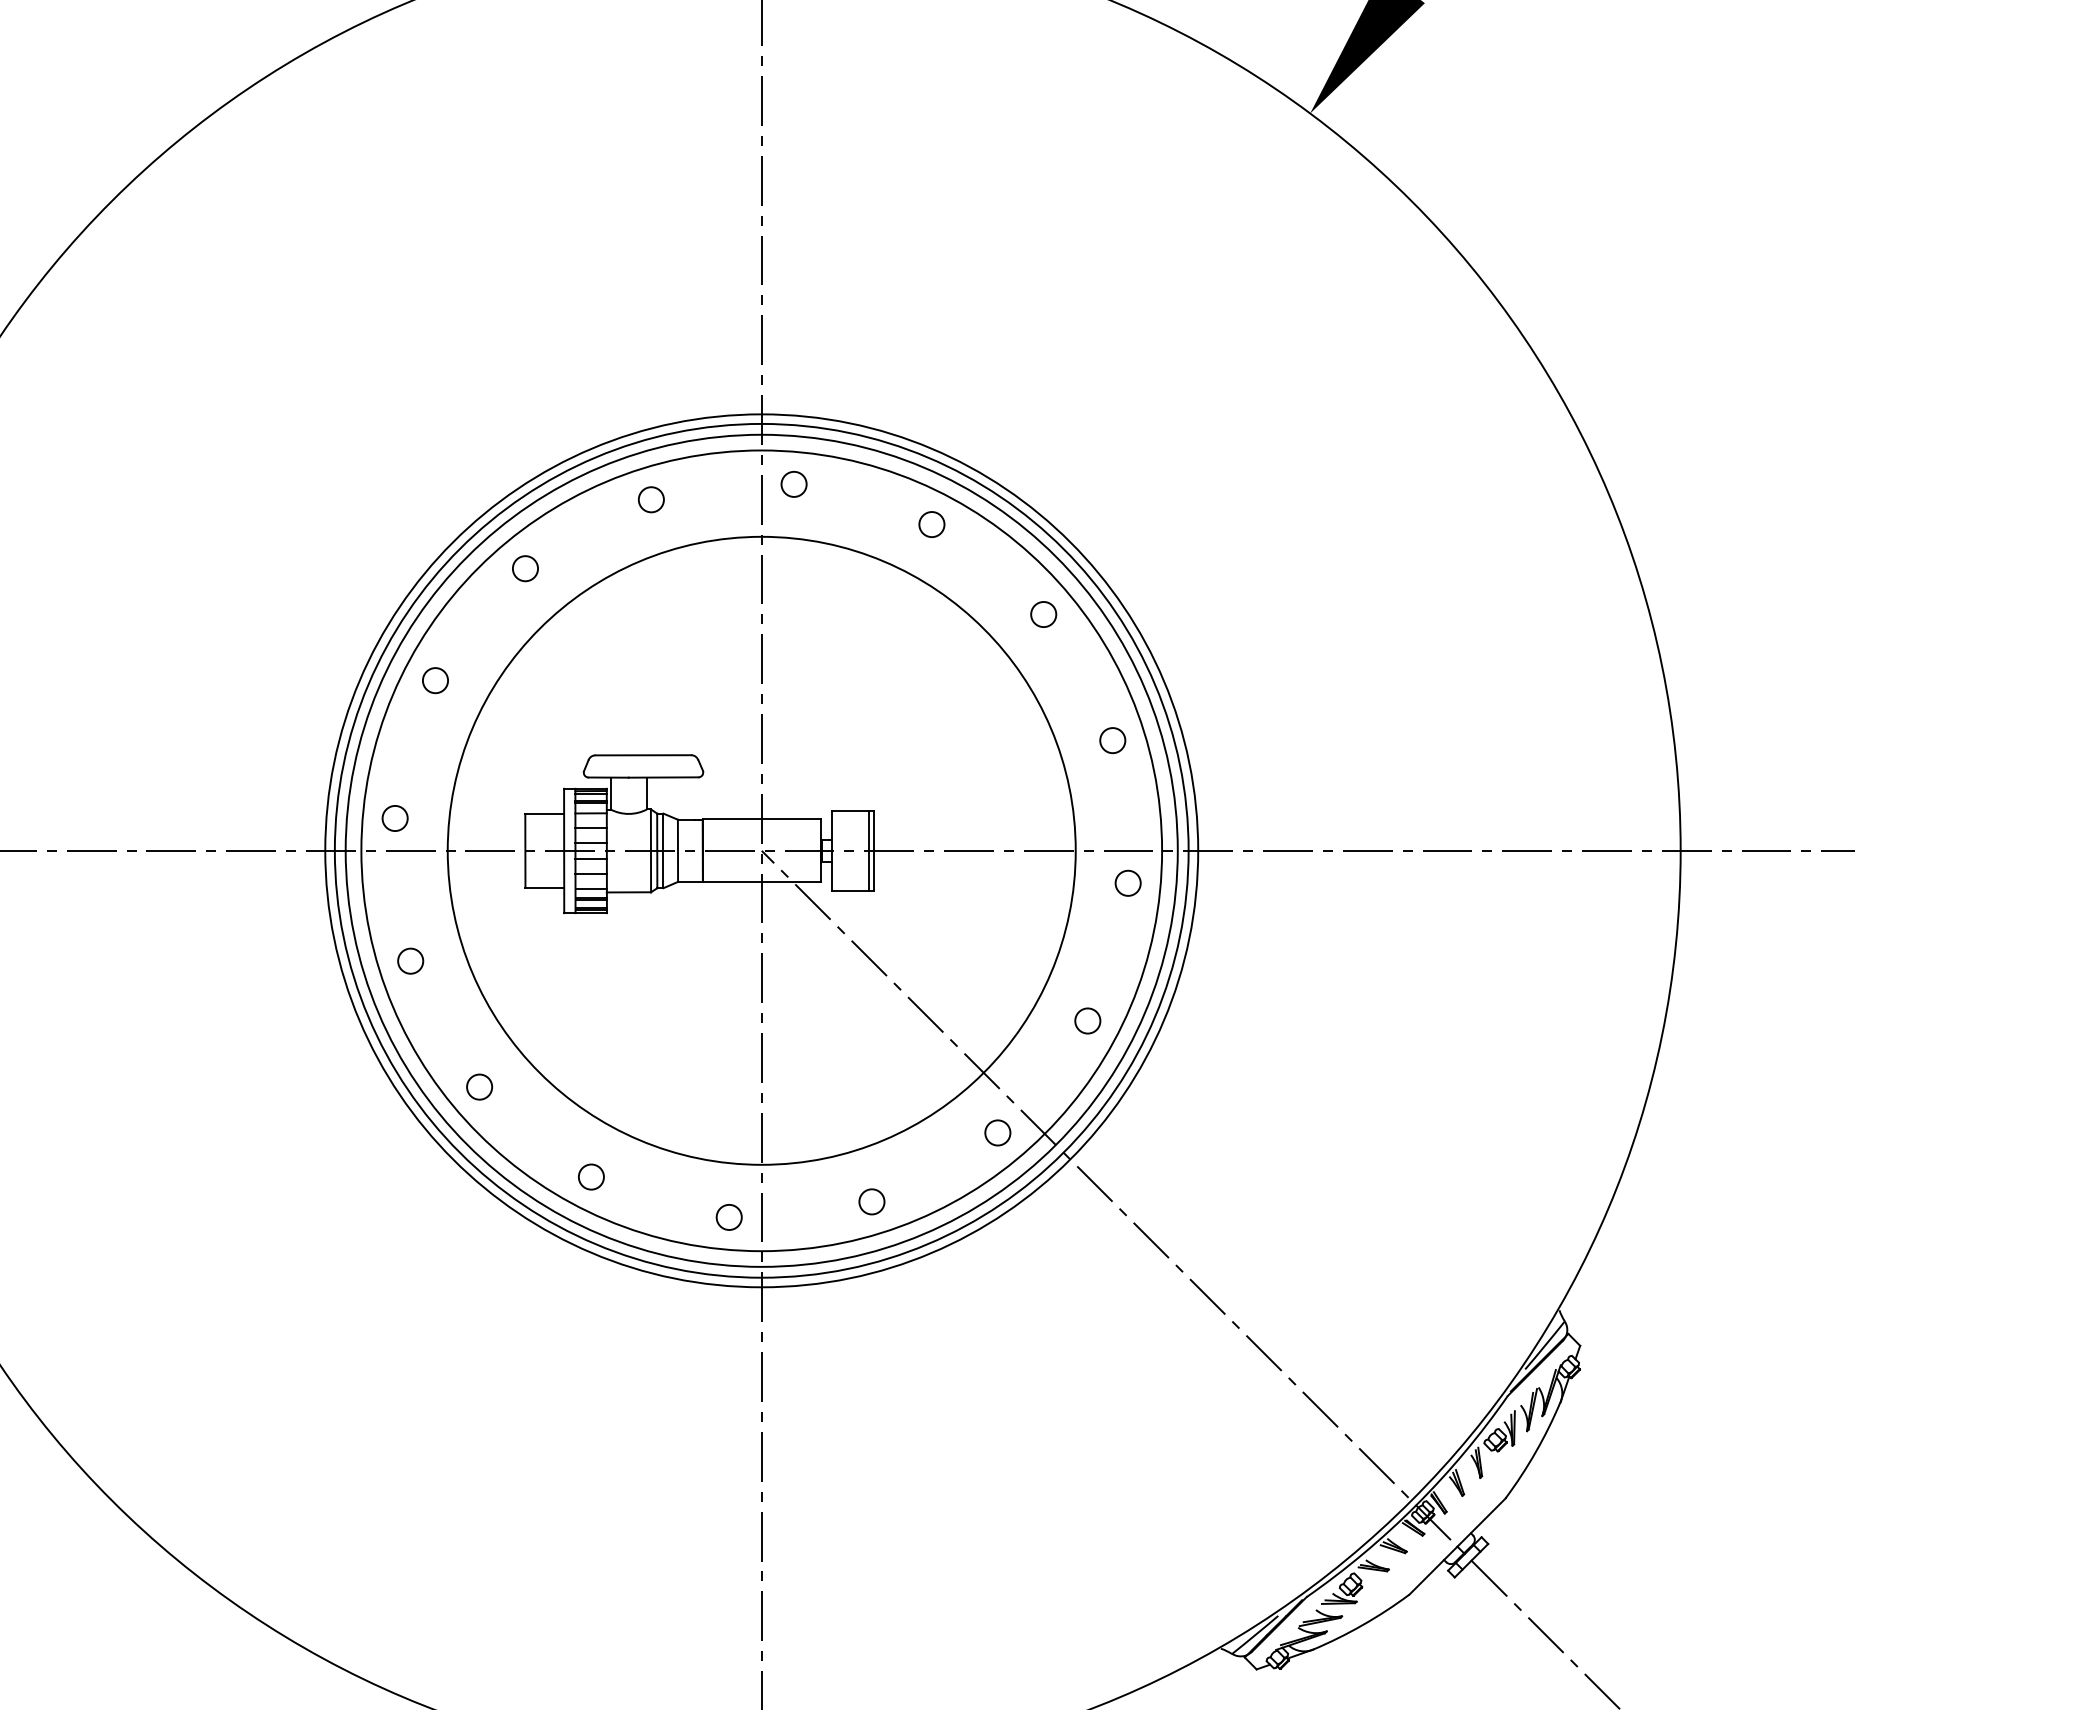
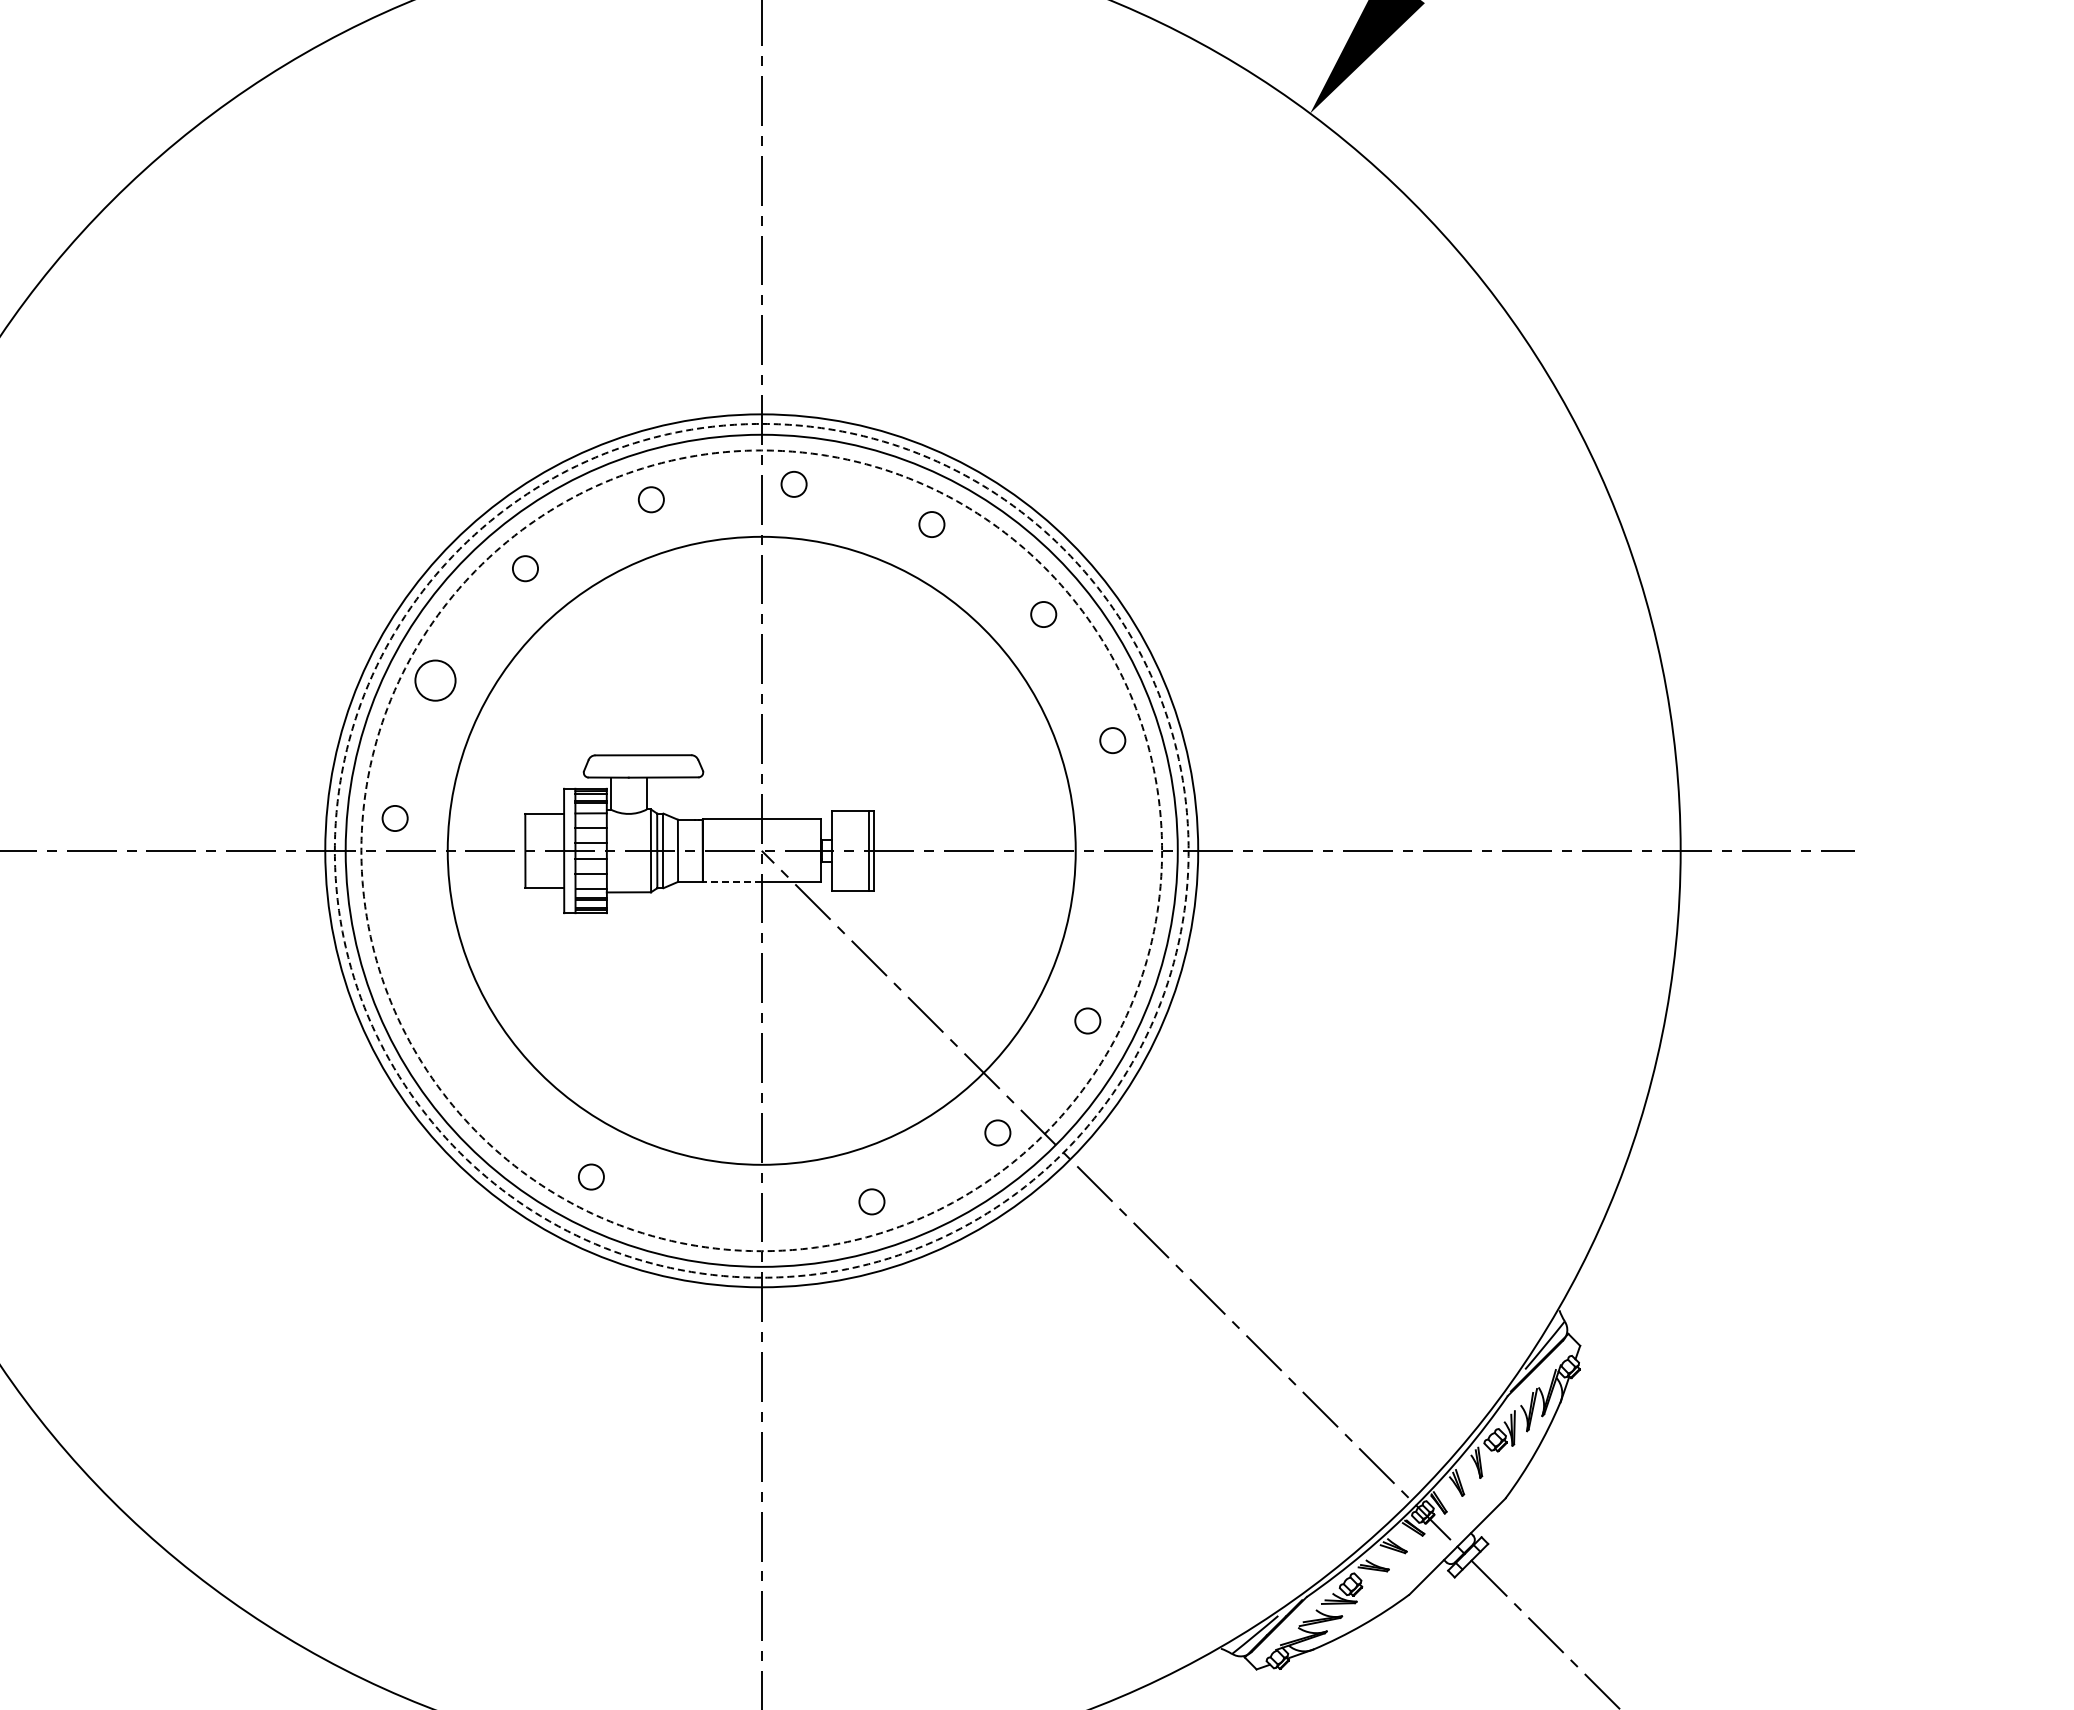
circle at (435, 680) diameter: 25 px -> 40 px
circle at (761, 850): solid -> dashed
circle at (761, 850): solid -> dashed
line at (731, 882): solid -> dashed
circle at (1127, 882): present -> none
circle at (410, 960): present -> none
circle at (479, 1086): present -> none
circle at (728, 1217): present -> none
